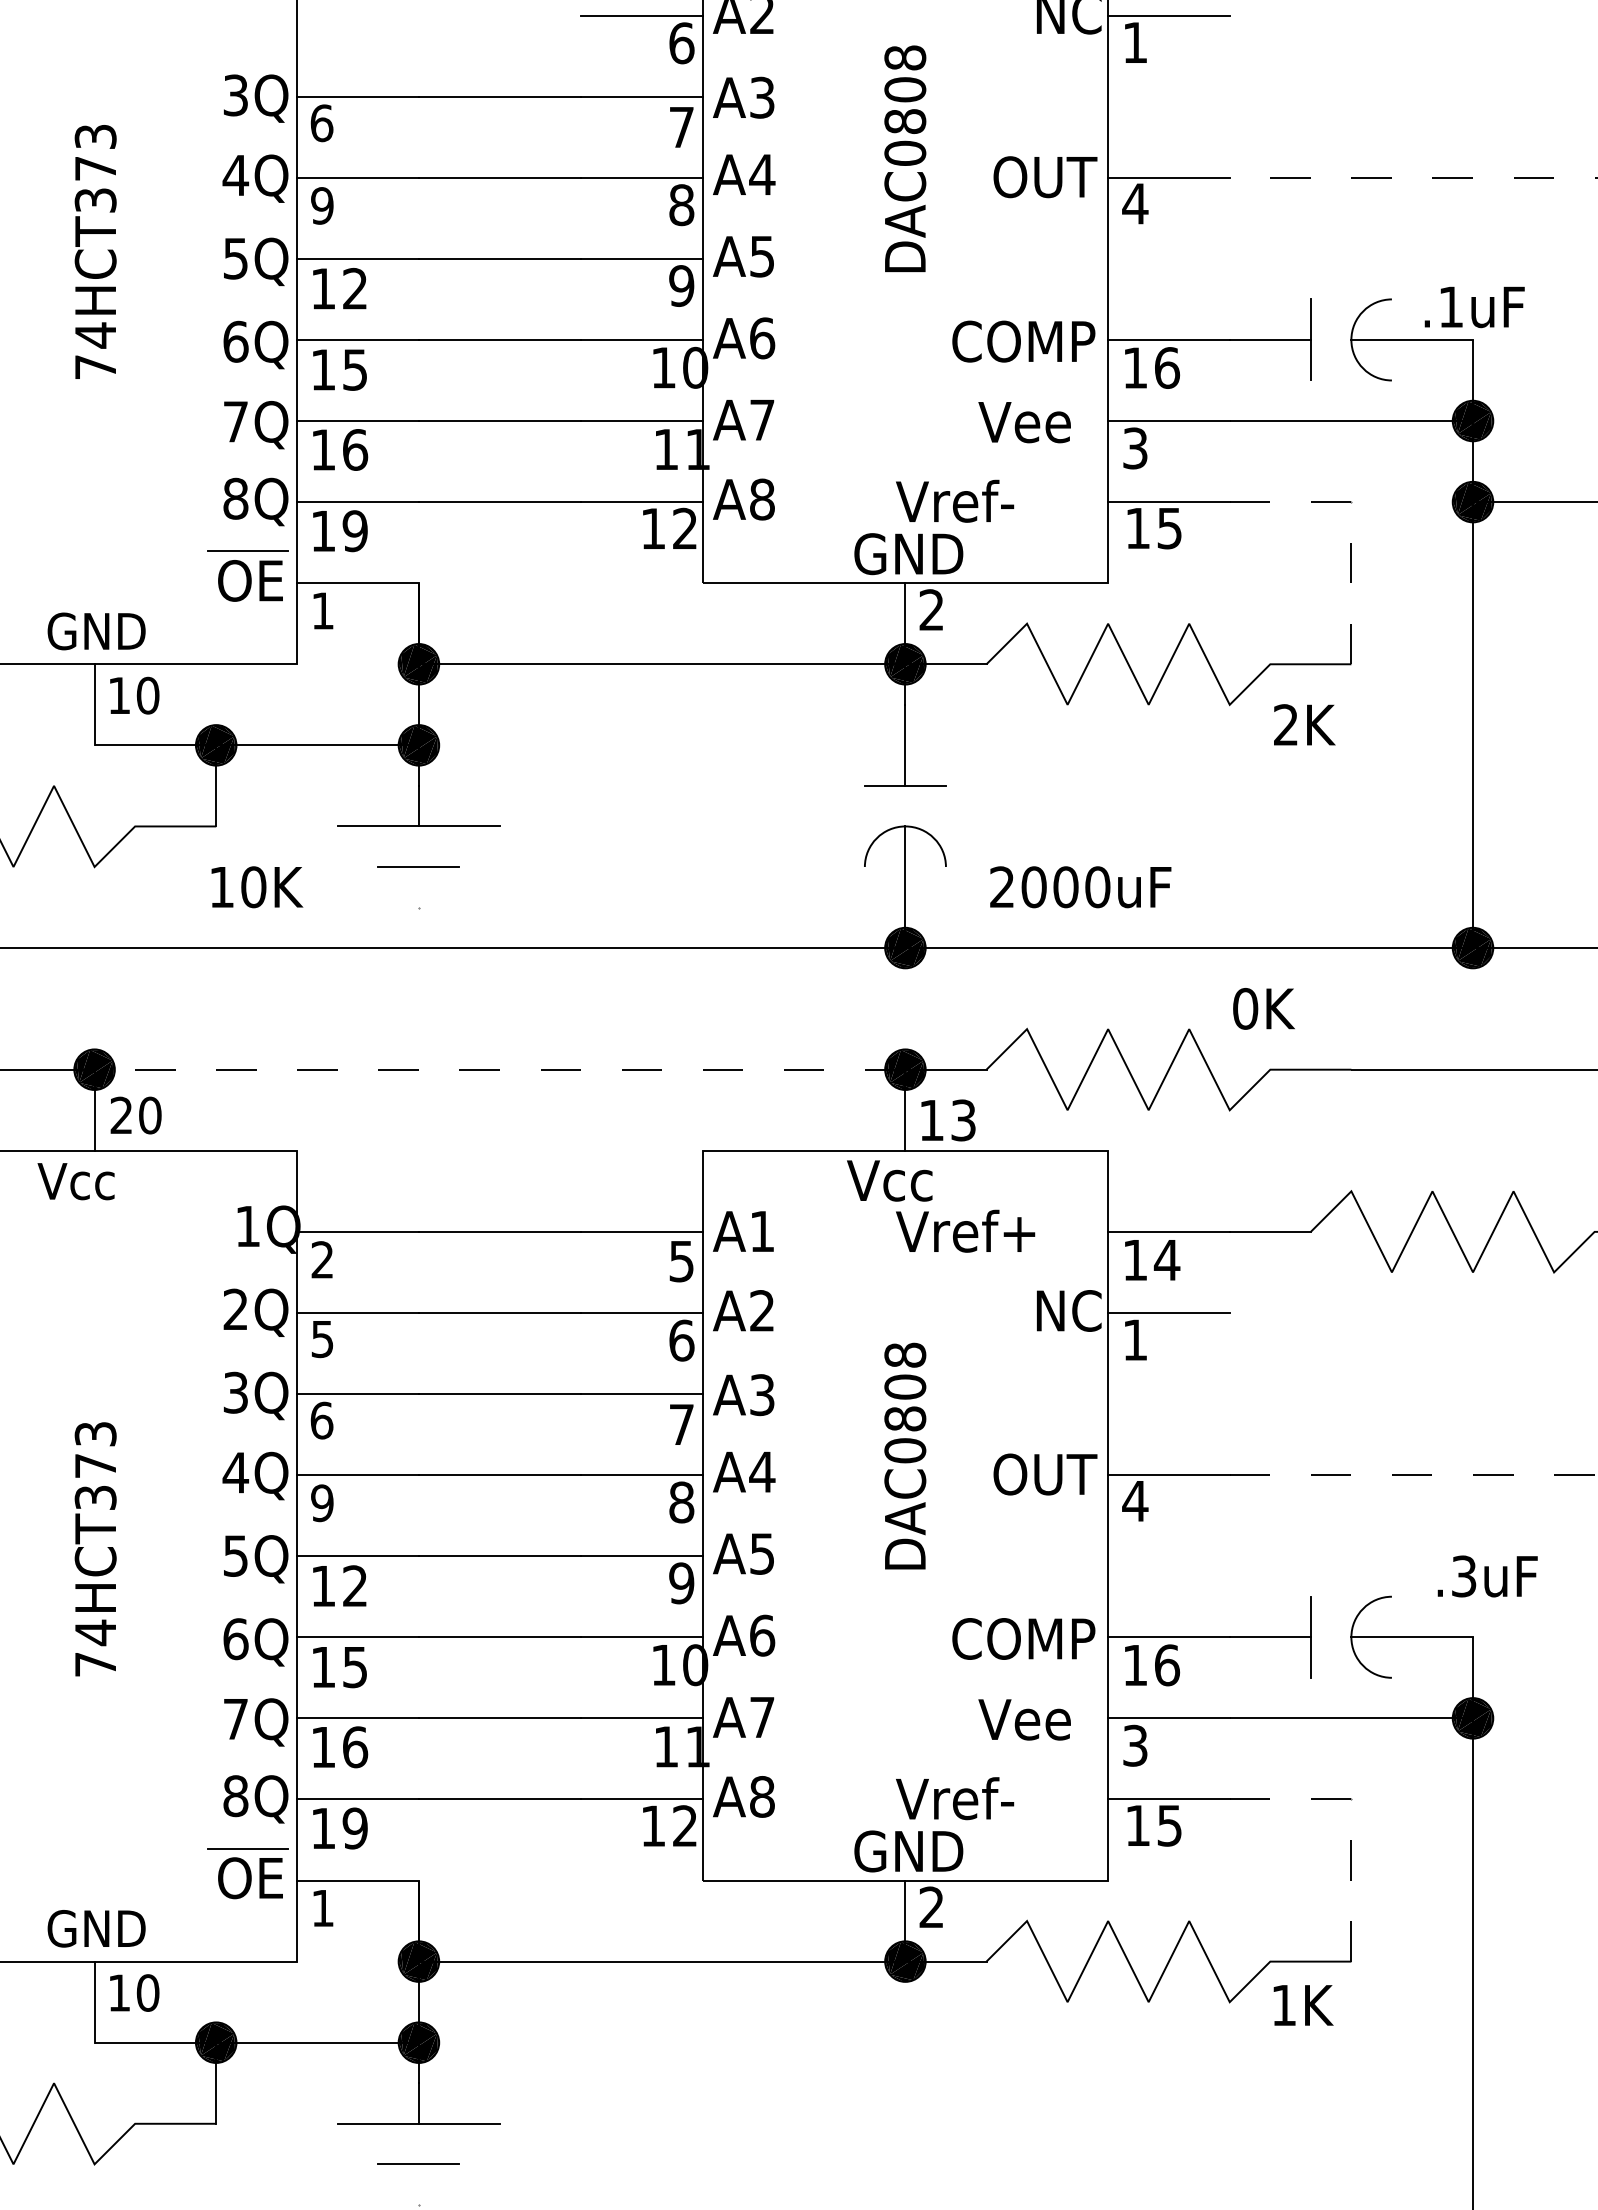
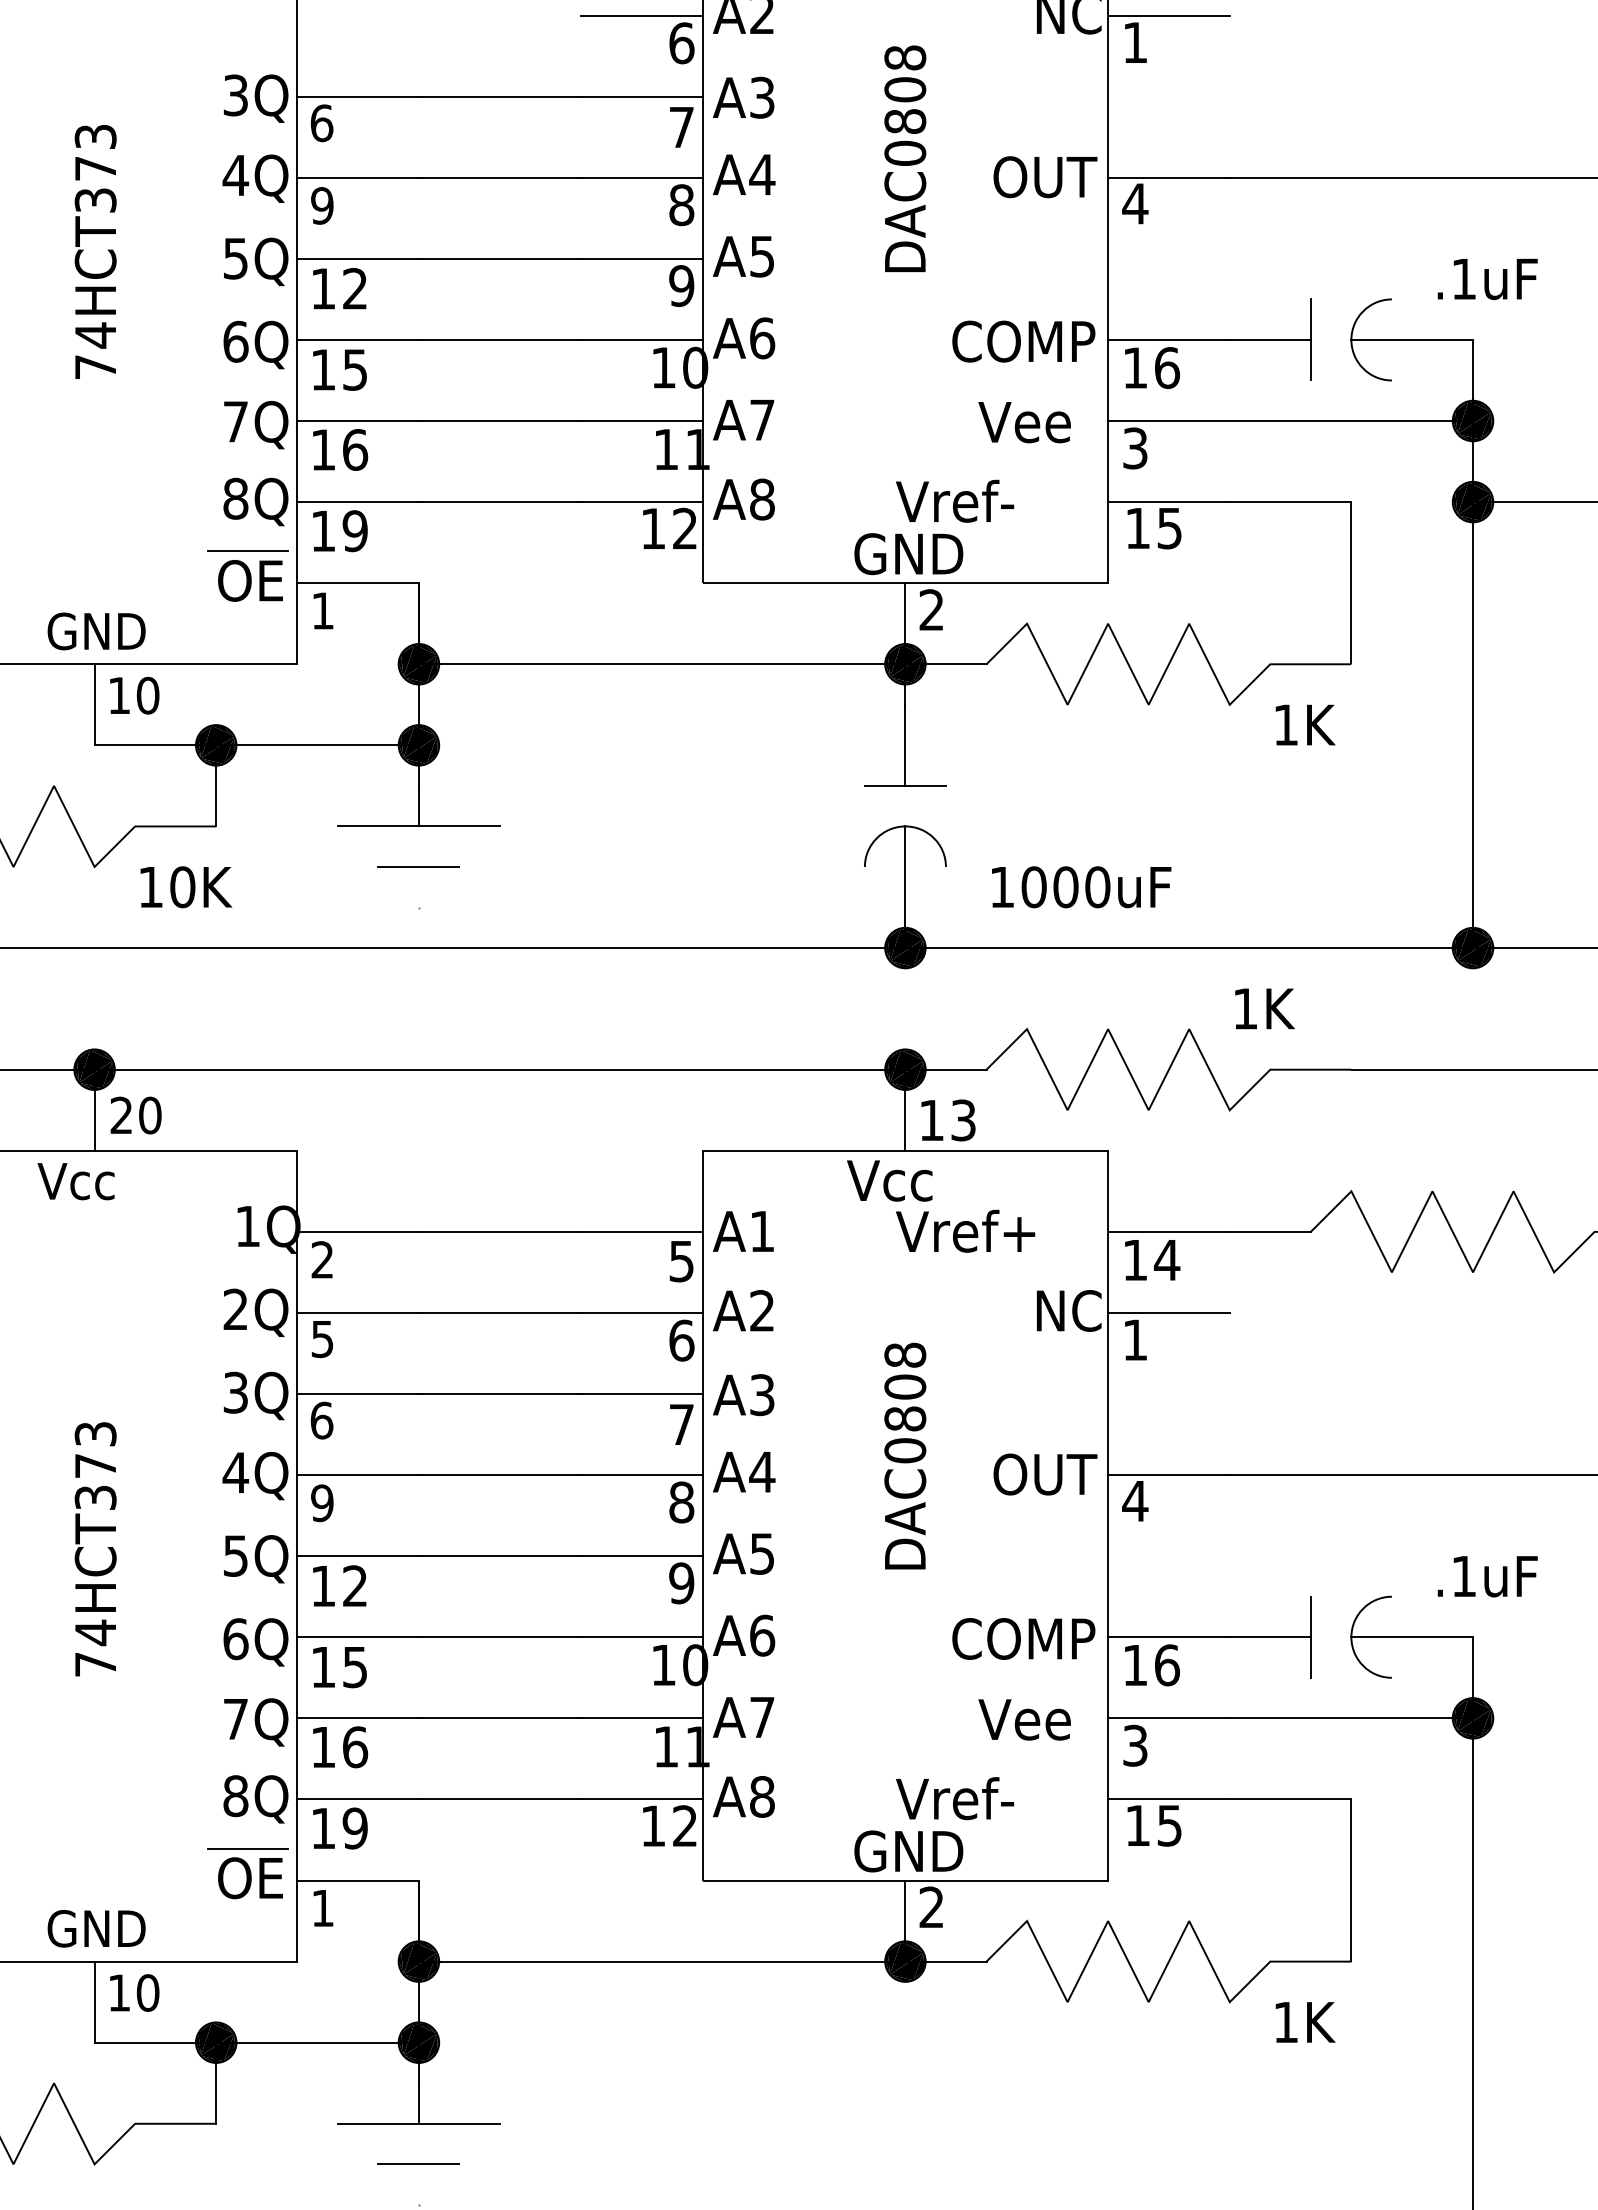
line at (1413, 177): dashed -> solid
text at (1474, 307) position: (1474, 307) -> (1487, 279)
line at (1351, 522): dashed -> solid
text at (1285, 724): 2K -> 1K
text at (1001, 886): 2000uF -> 1000uF
text at (257, 887) position: (257, 887) -> (186, 887)
text at (1245, 1008): 0K -> 1K
line at (499, 1069): dashed -> solid
line at (1413, 1475): dashed -> solid
text at (1464, 1576): .3uF -> .1uF
line at (1351, 1819): dashed -> solid
text at (1303, 2005) position: (1303, 2005) -> (1305, 2022)
